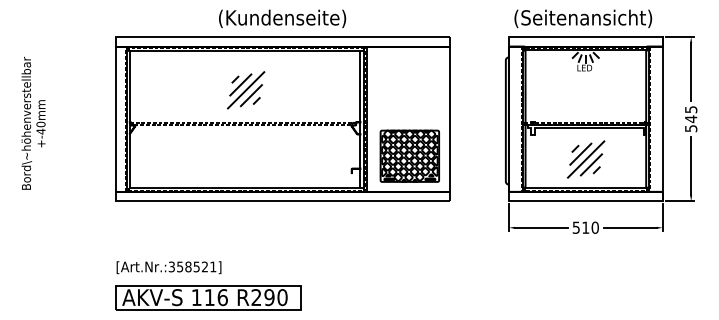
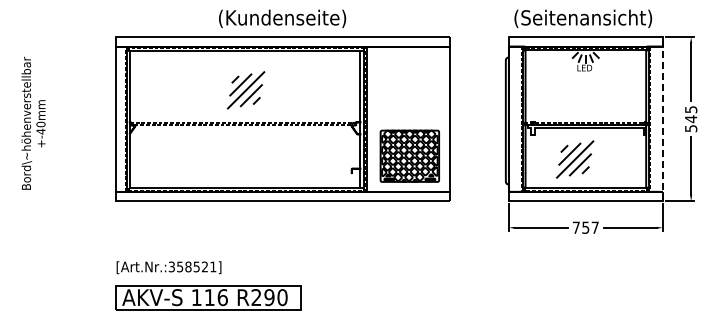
line at (662, 118): solid -> dashed
part at (586, 159) position: (586, 159) -> (575, 159)
text at (585, 227): 510 -> 757
